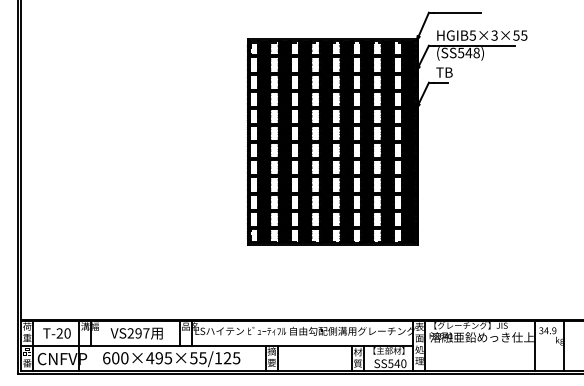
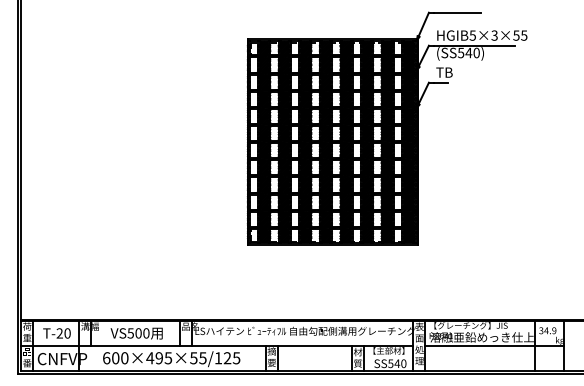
text at (476, 52): (SS548) -> (SS540)
text at (138, 333): VS297 -> VS500
line at (493, 346): none -> present
